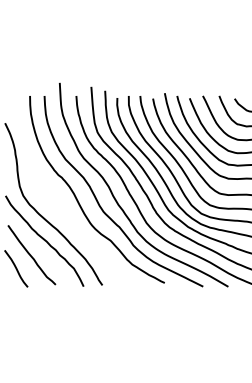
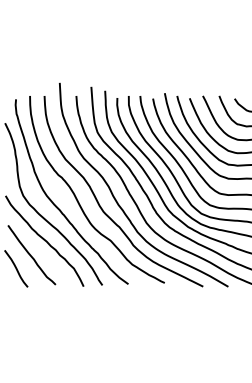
curve at (56, 205): none -> present
